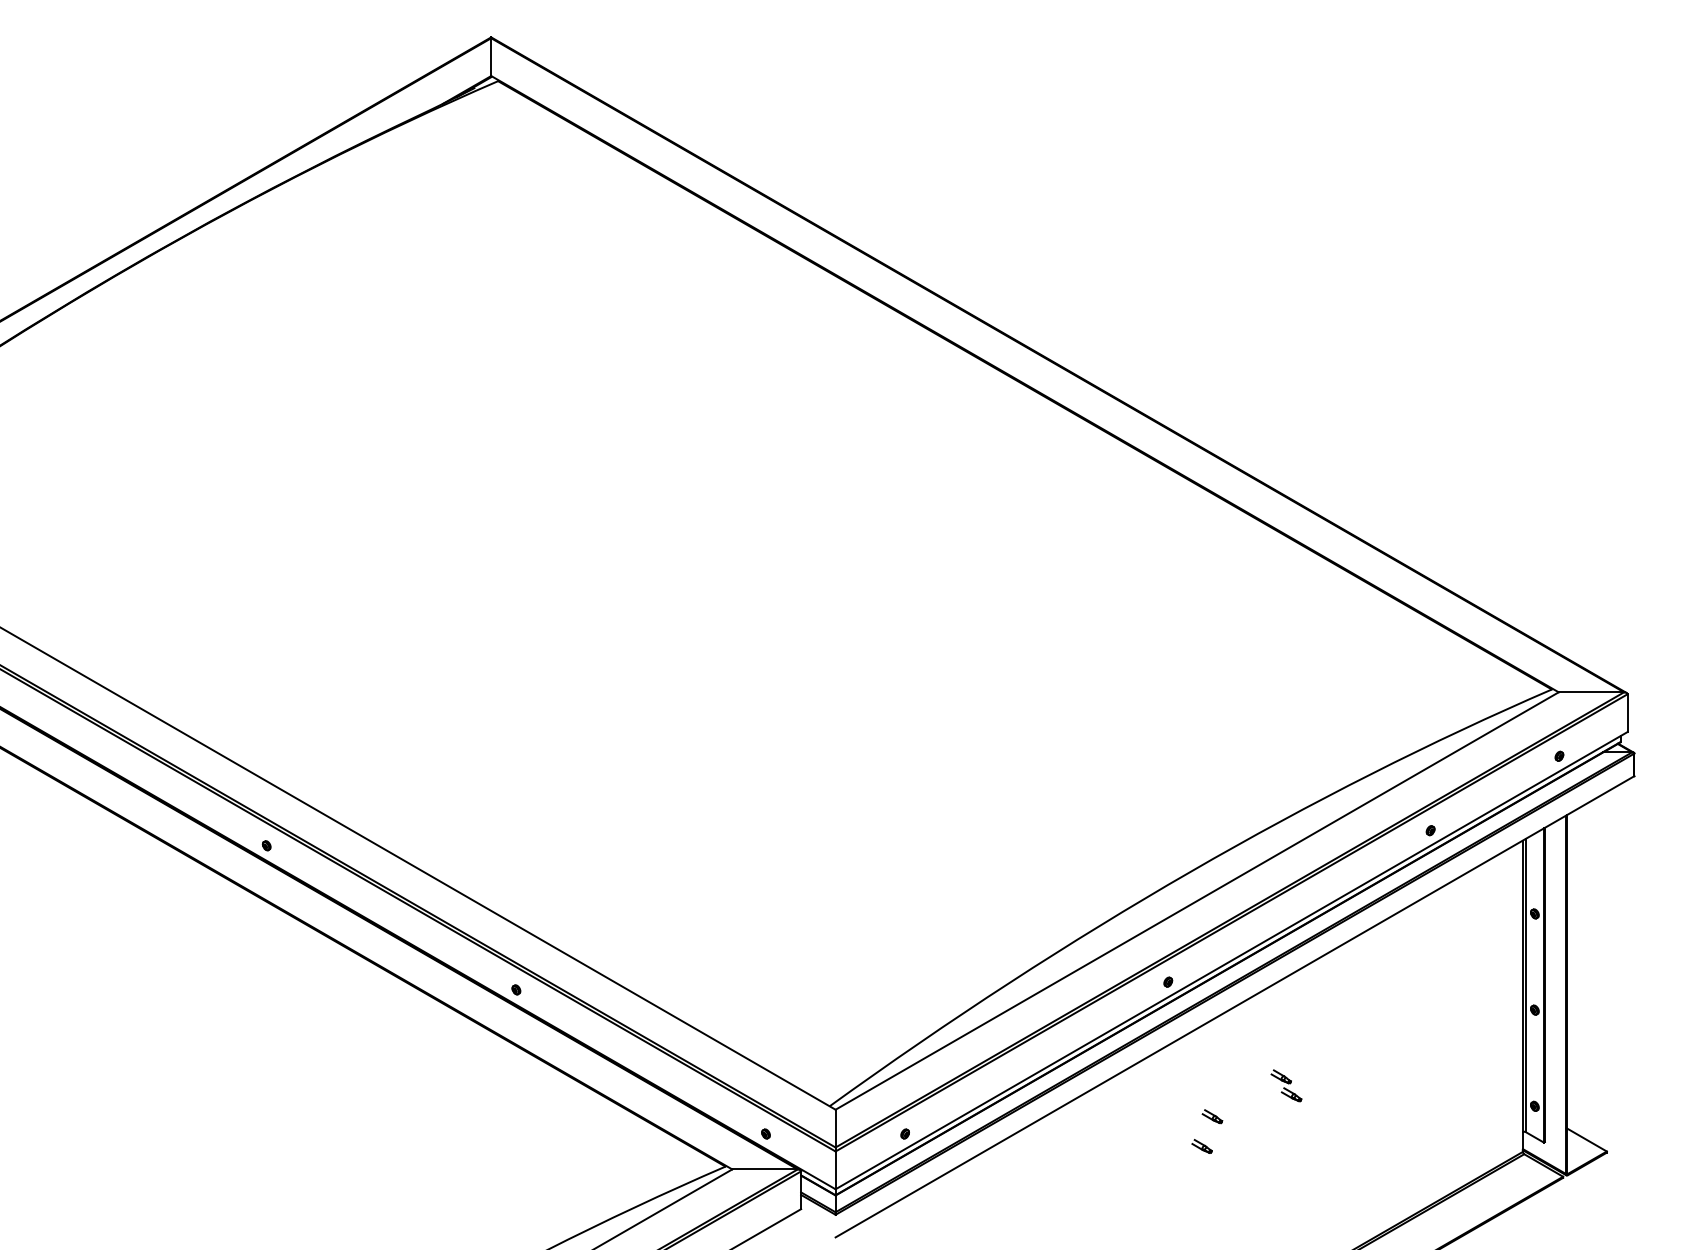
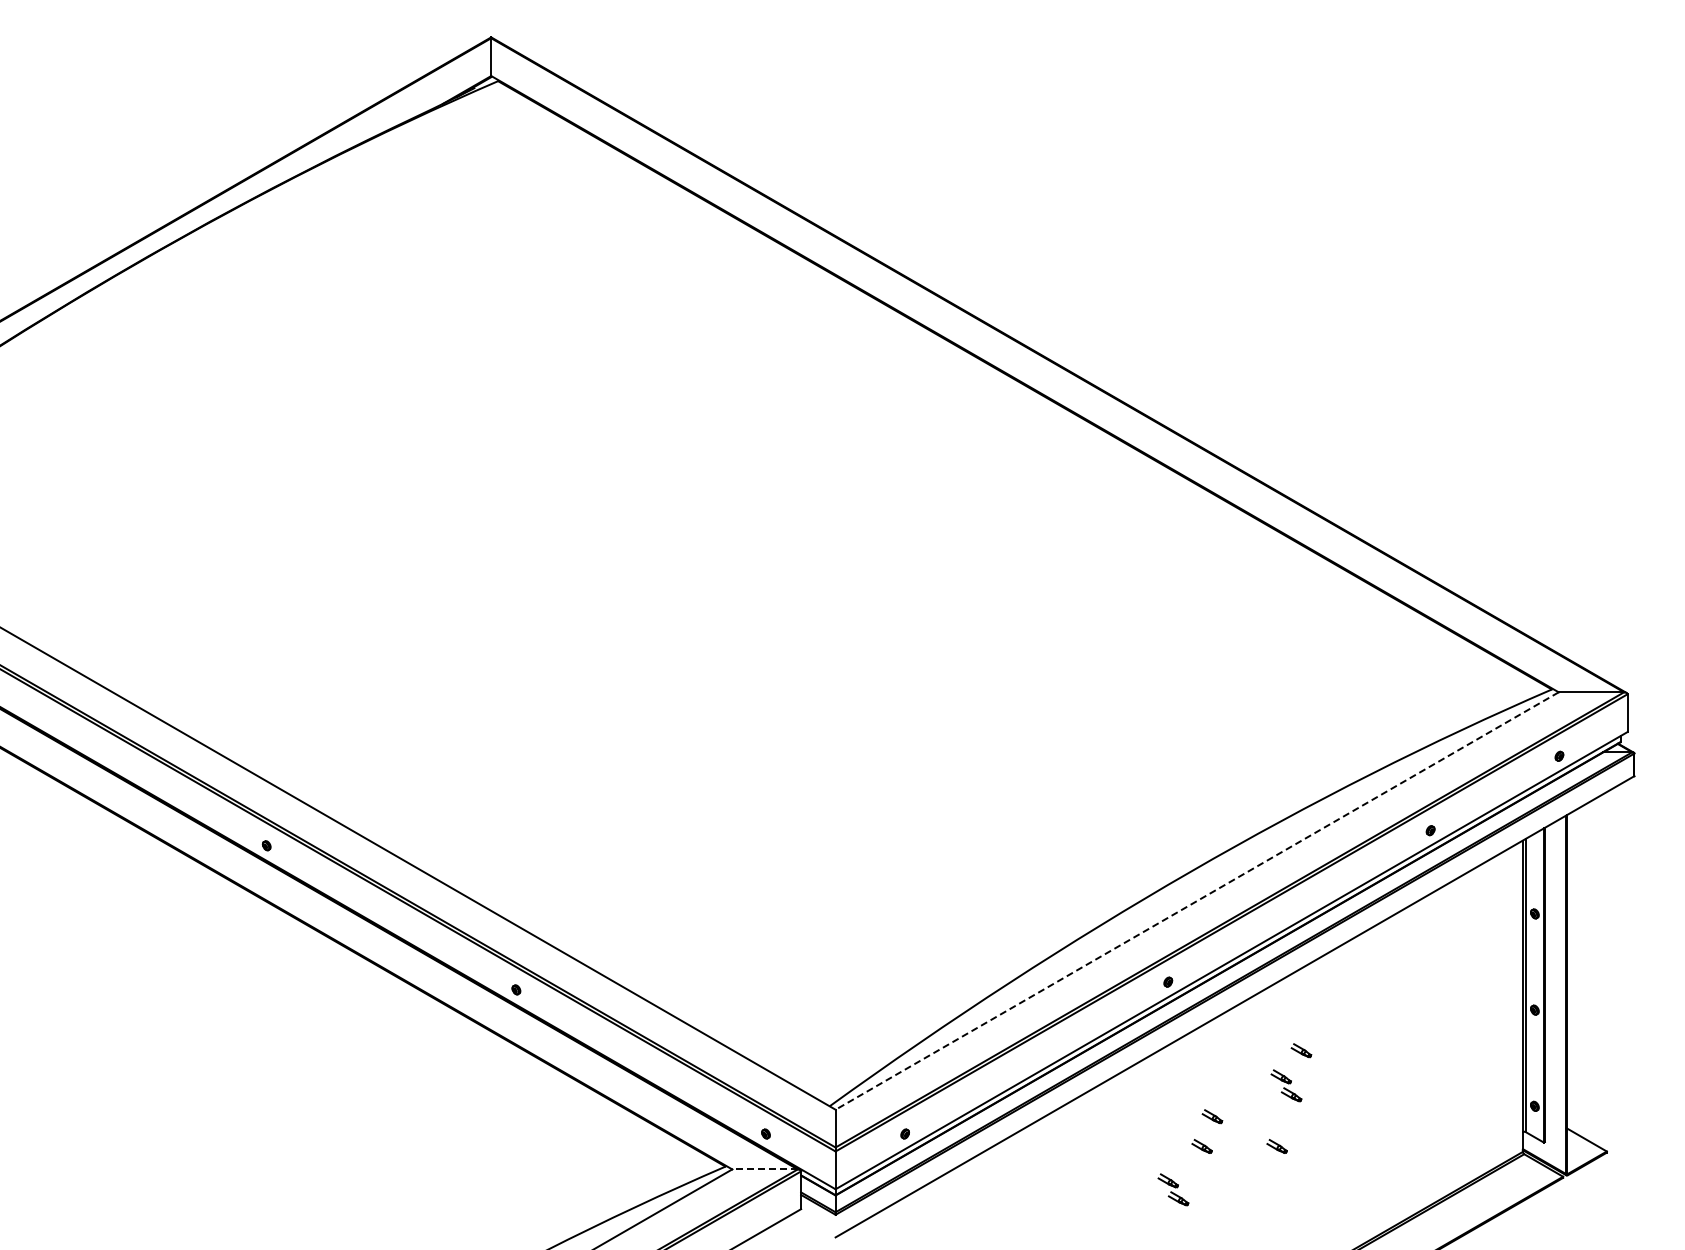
line at (1196, 901): solid -> dashed
part at (1301, 1050): none -> present
part at (1276, 1146): none -> present
line at (765, 1169): solid -> dashed
part at (1173, 1189): none -> present
